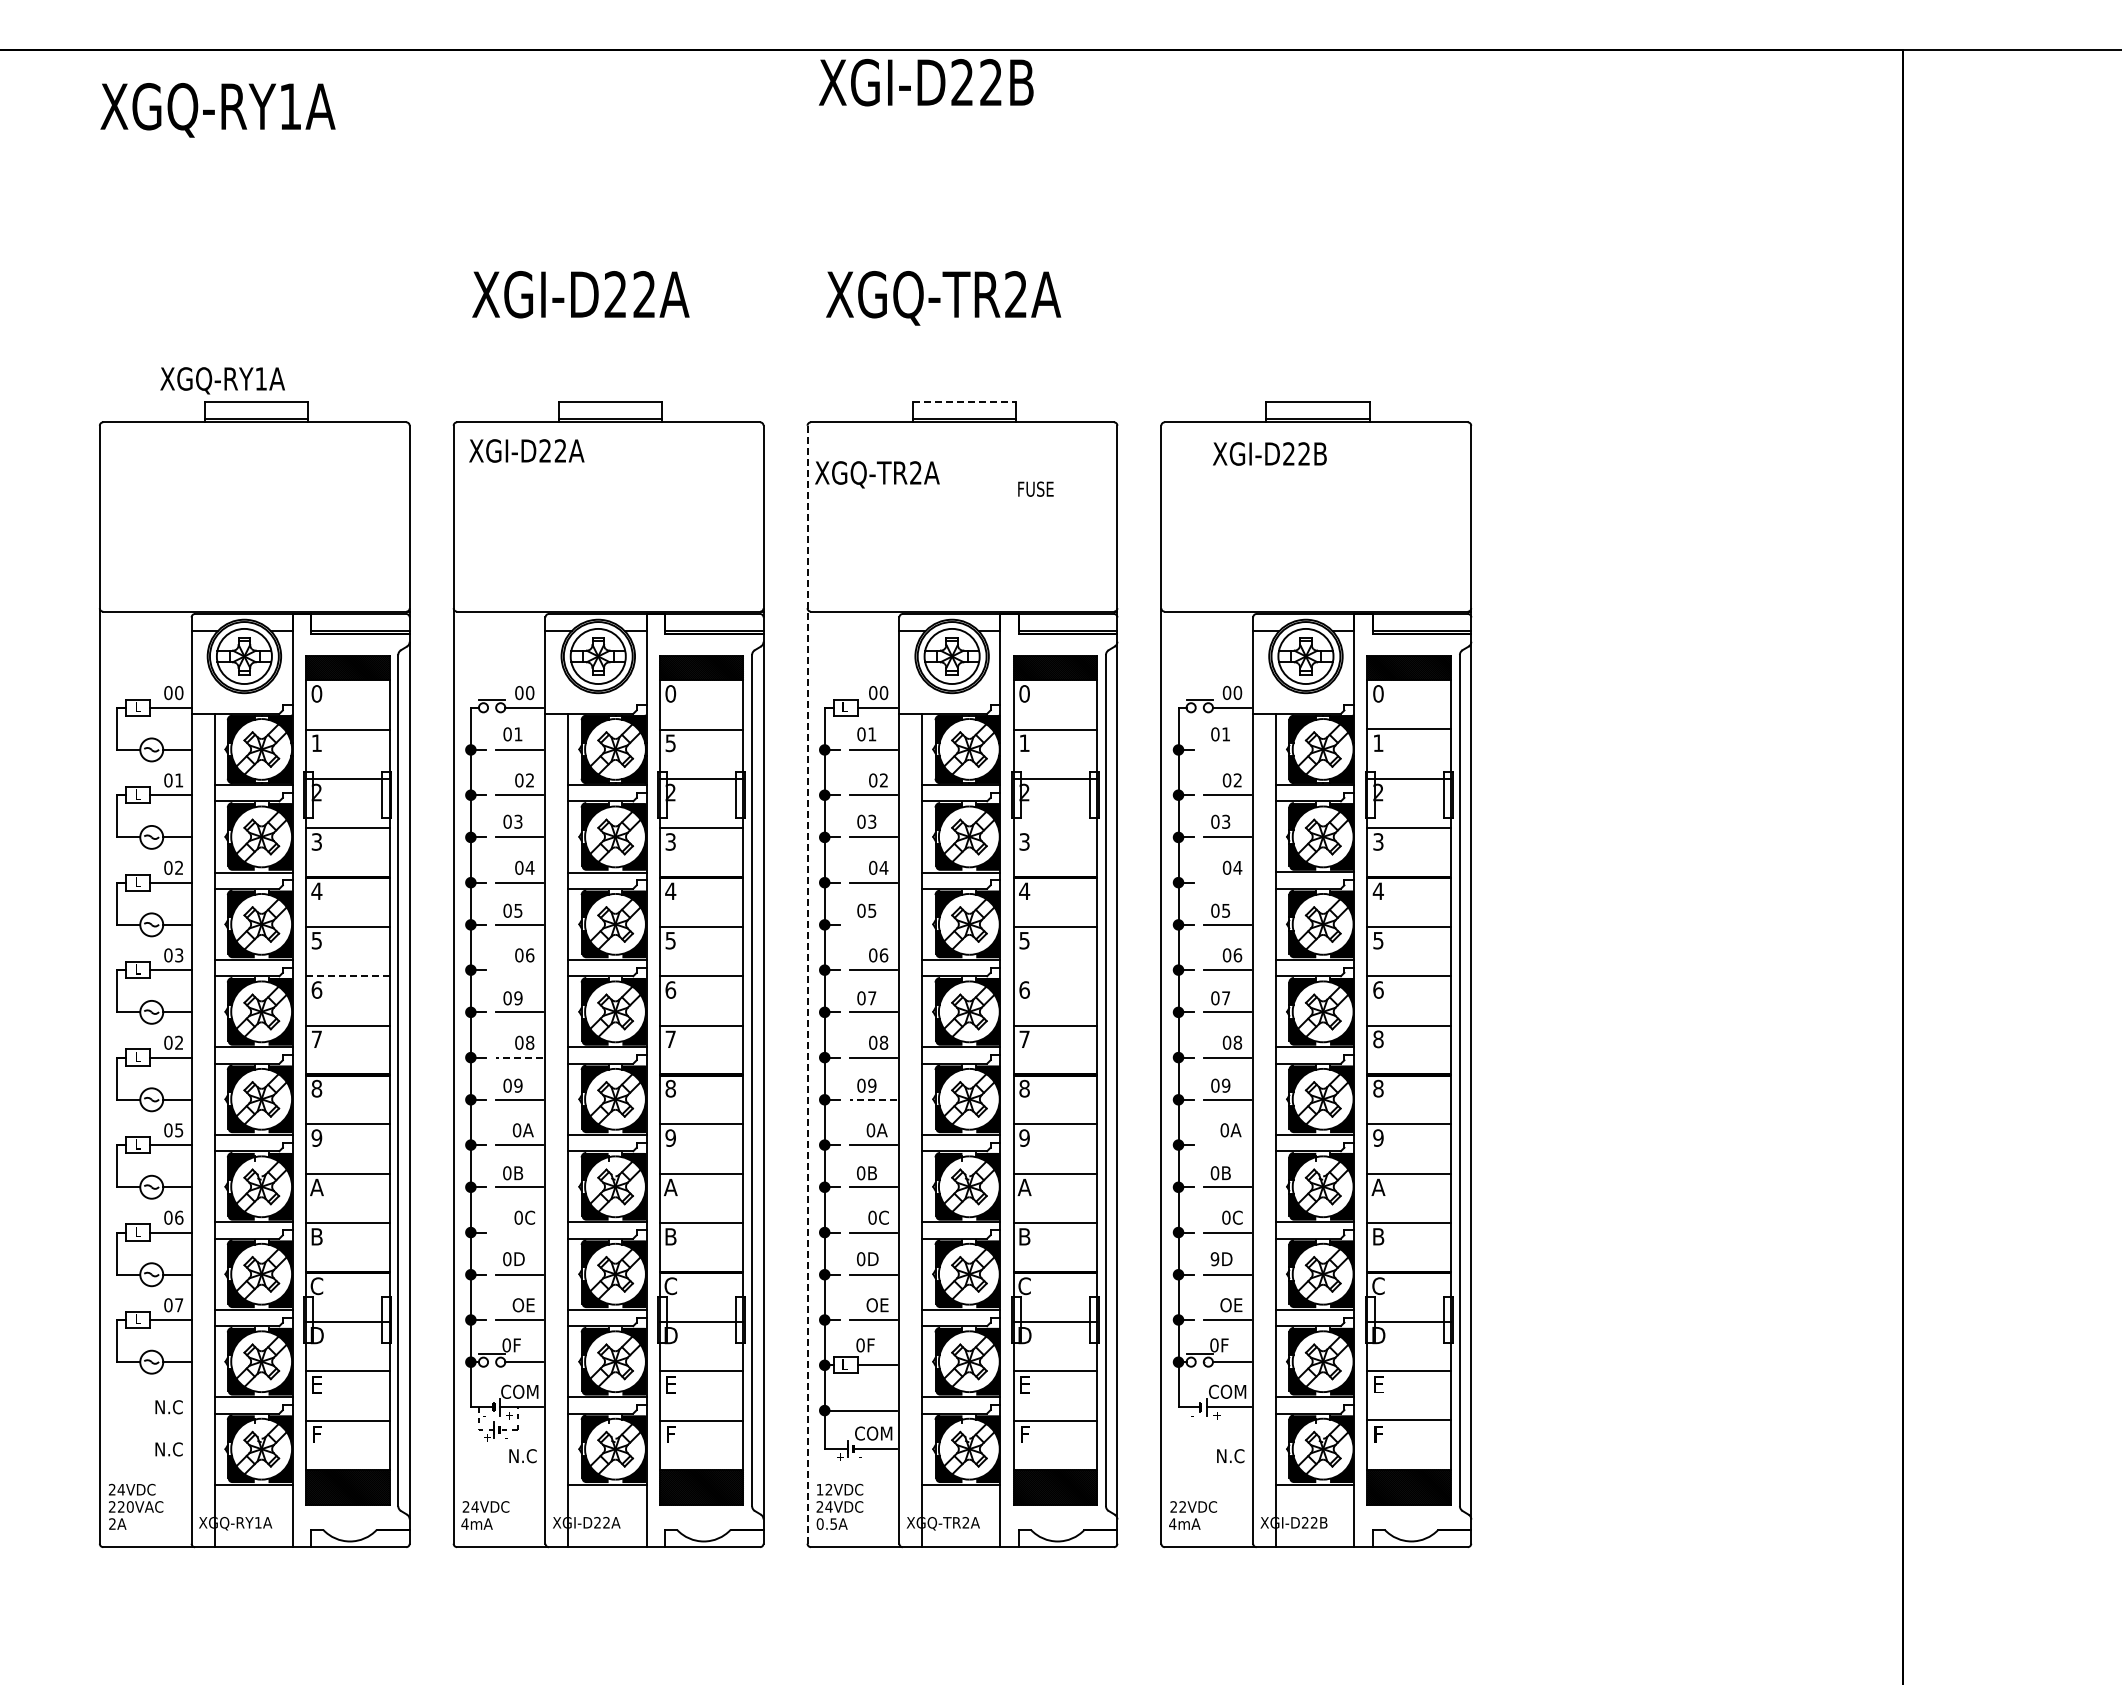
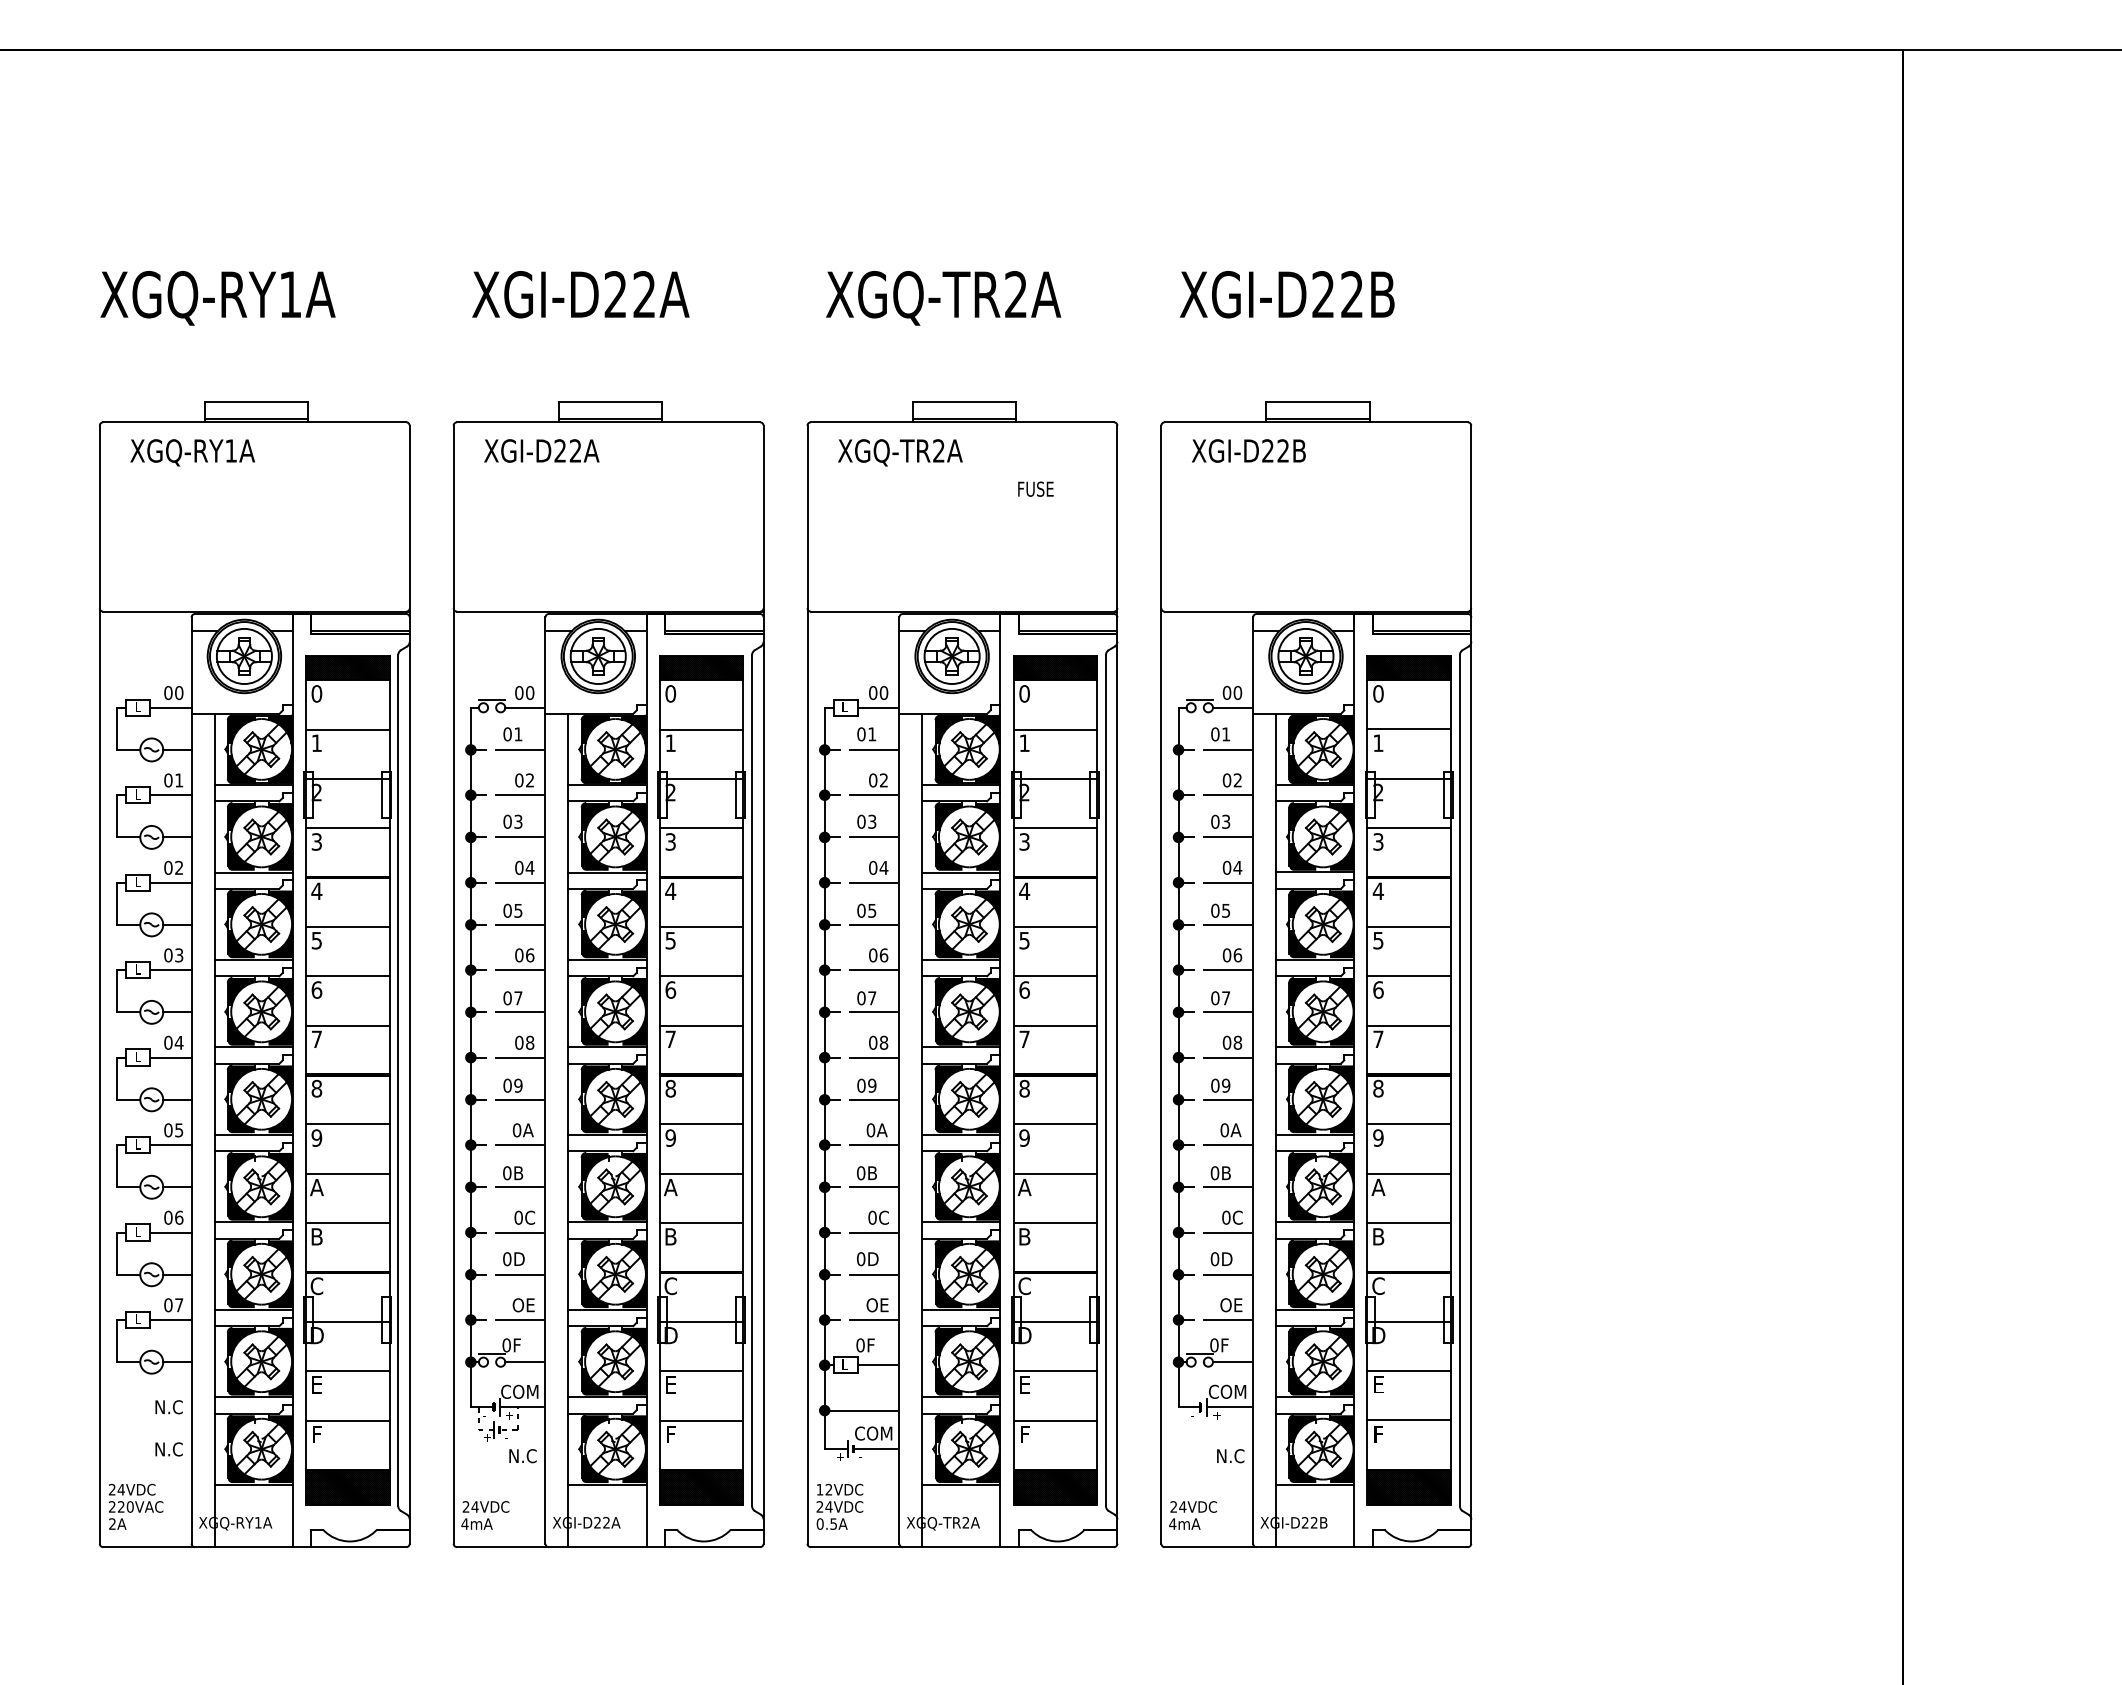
text at (926, 82) position: (926, 82) -> (1287, 294)
text at (217, 110) position: (217, 110) -> (217, 298)
text at (222, 380) position: (222, 380) -> (192, 452)
line at (964, 401): dashed -> solid
text at (526, 450) position: (526, 450) -> (541, 450)
text at (1269, 453) position: (1269, 453) -> (1248, 450)
text at (877, 474) position: (877, 474) -> (900, 452)
text at (670, 743): 5 -> 1
line at (1226, 749): none -> present
line at (1055, 828): none -> present
line at (1226, 882): none -> present
line at (873, 924): none -> present
line at (519, 970): none -> present
line at (347, 976): dashed -> solid
line at (1055, 976): none -> present
line at (807, 984): dashed -> solid
text at (518, 998): 09 -> 07
text at (1378, 1039): 8 -> 7
text at (178, 1042): 02 -> 04
line at (519, 1057): dashed -> solid
line at (873, 1099): dashed -> solid
line at (1226, 1145): none -> present
line at (519, 1232): none -> present
text at (1214, 1259): 9D -> 0D
text at (1182, 1506): 22VDC -> 24VDC
